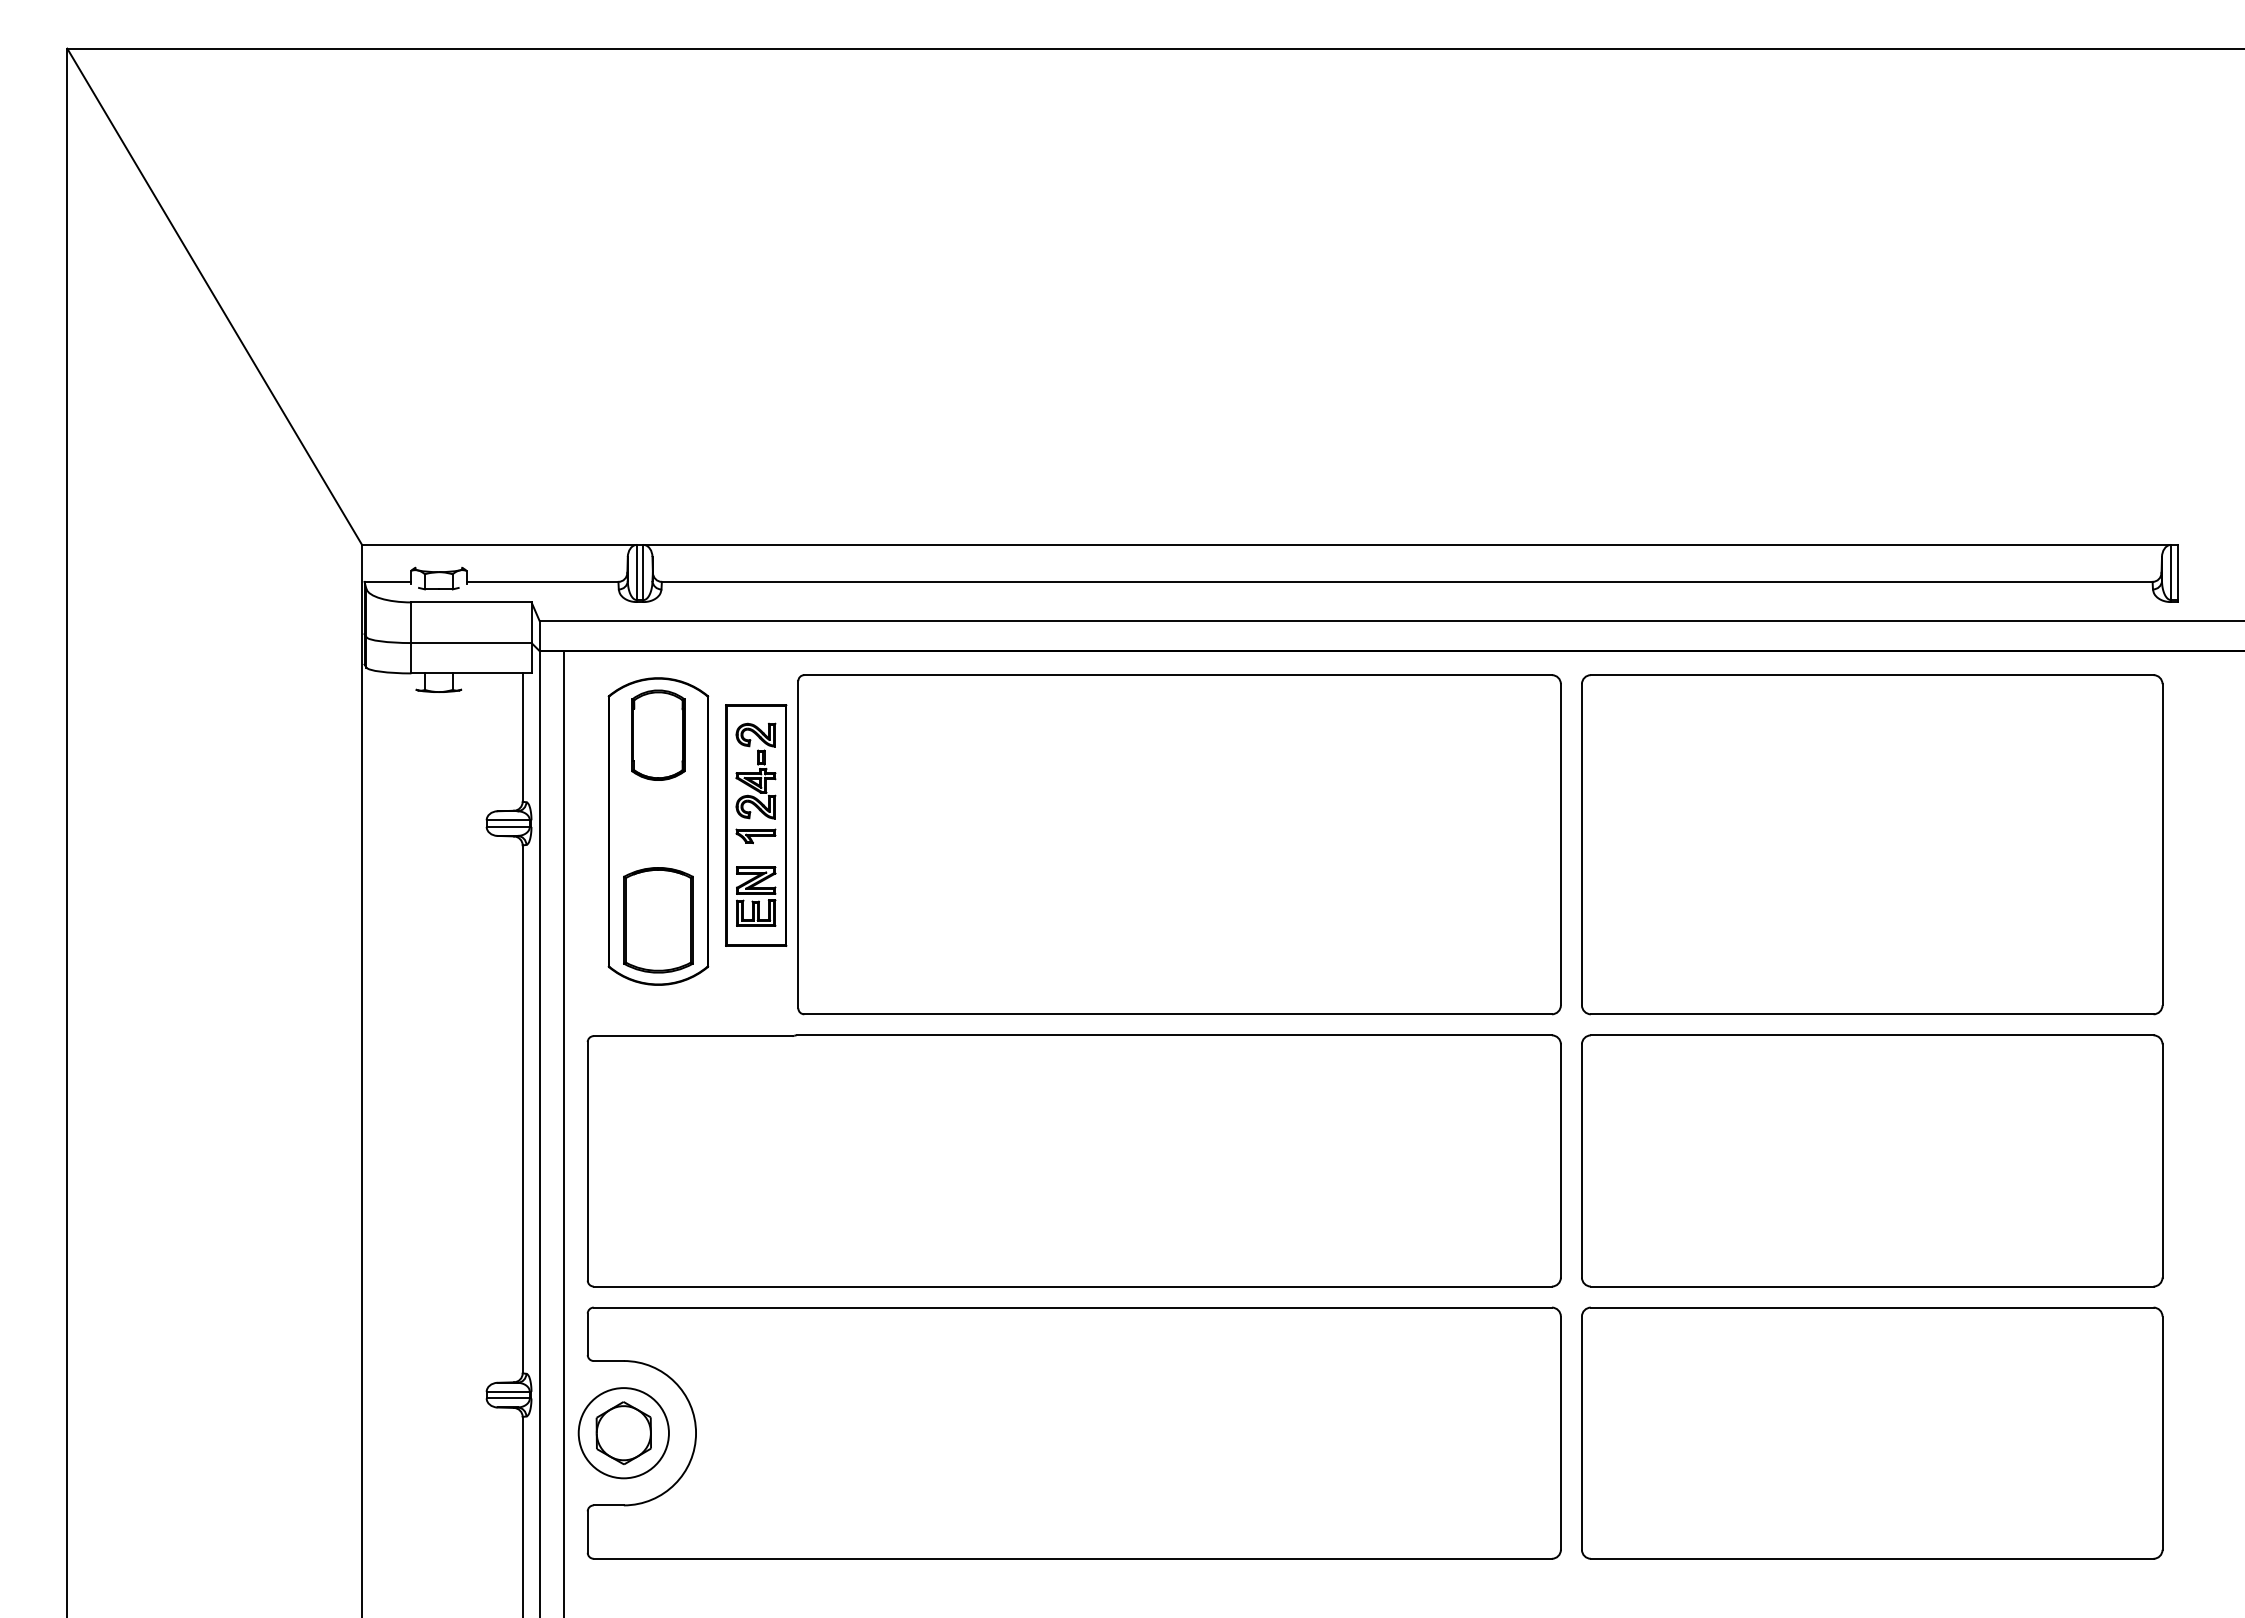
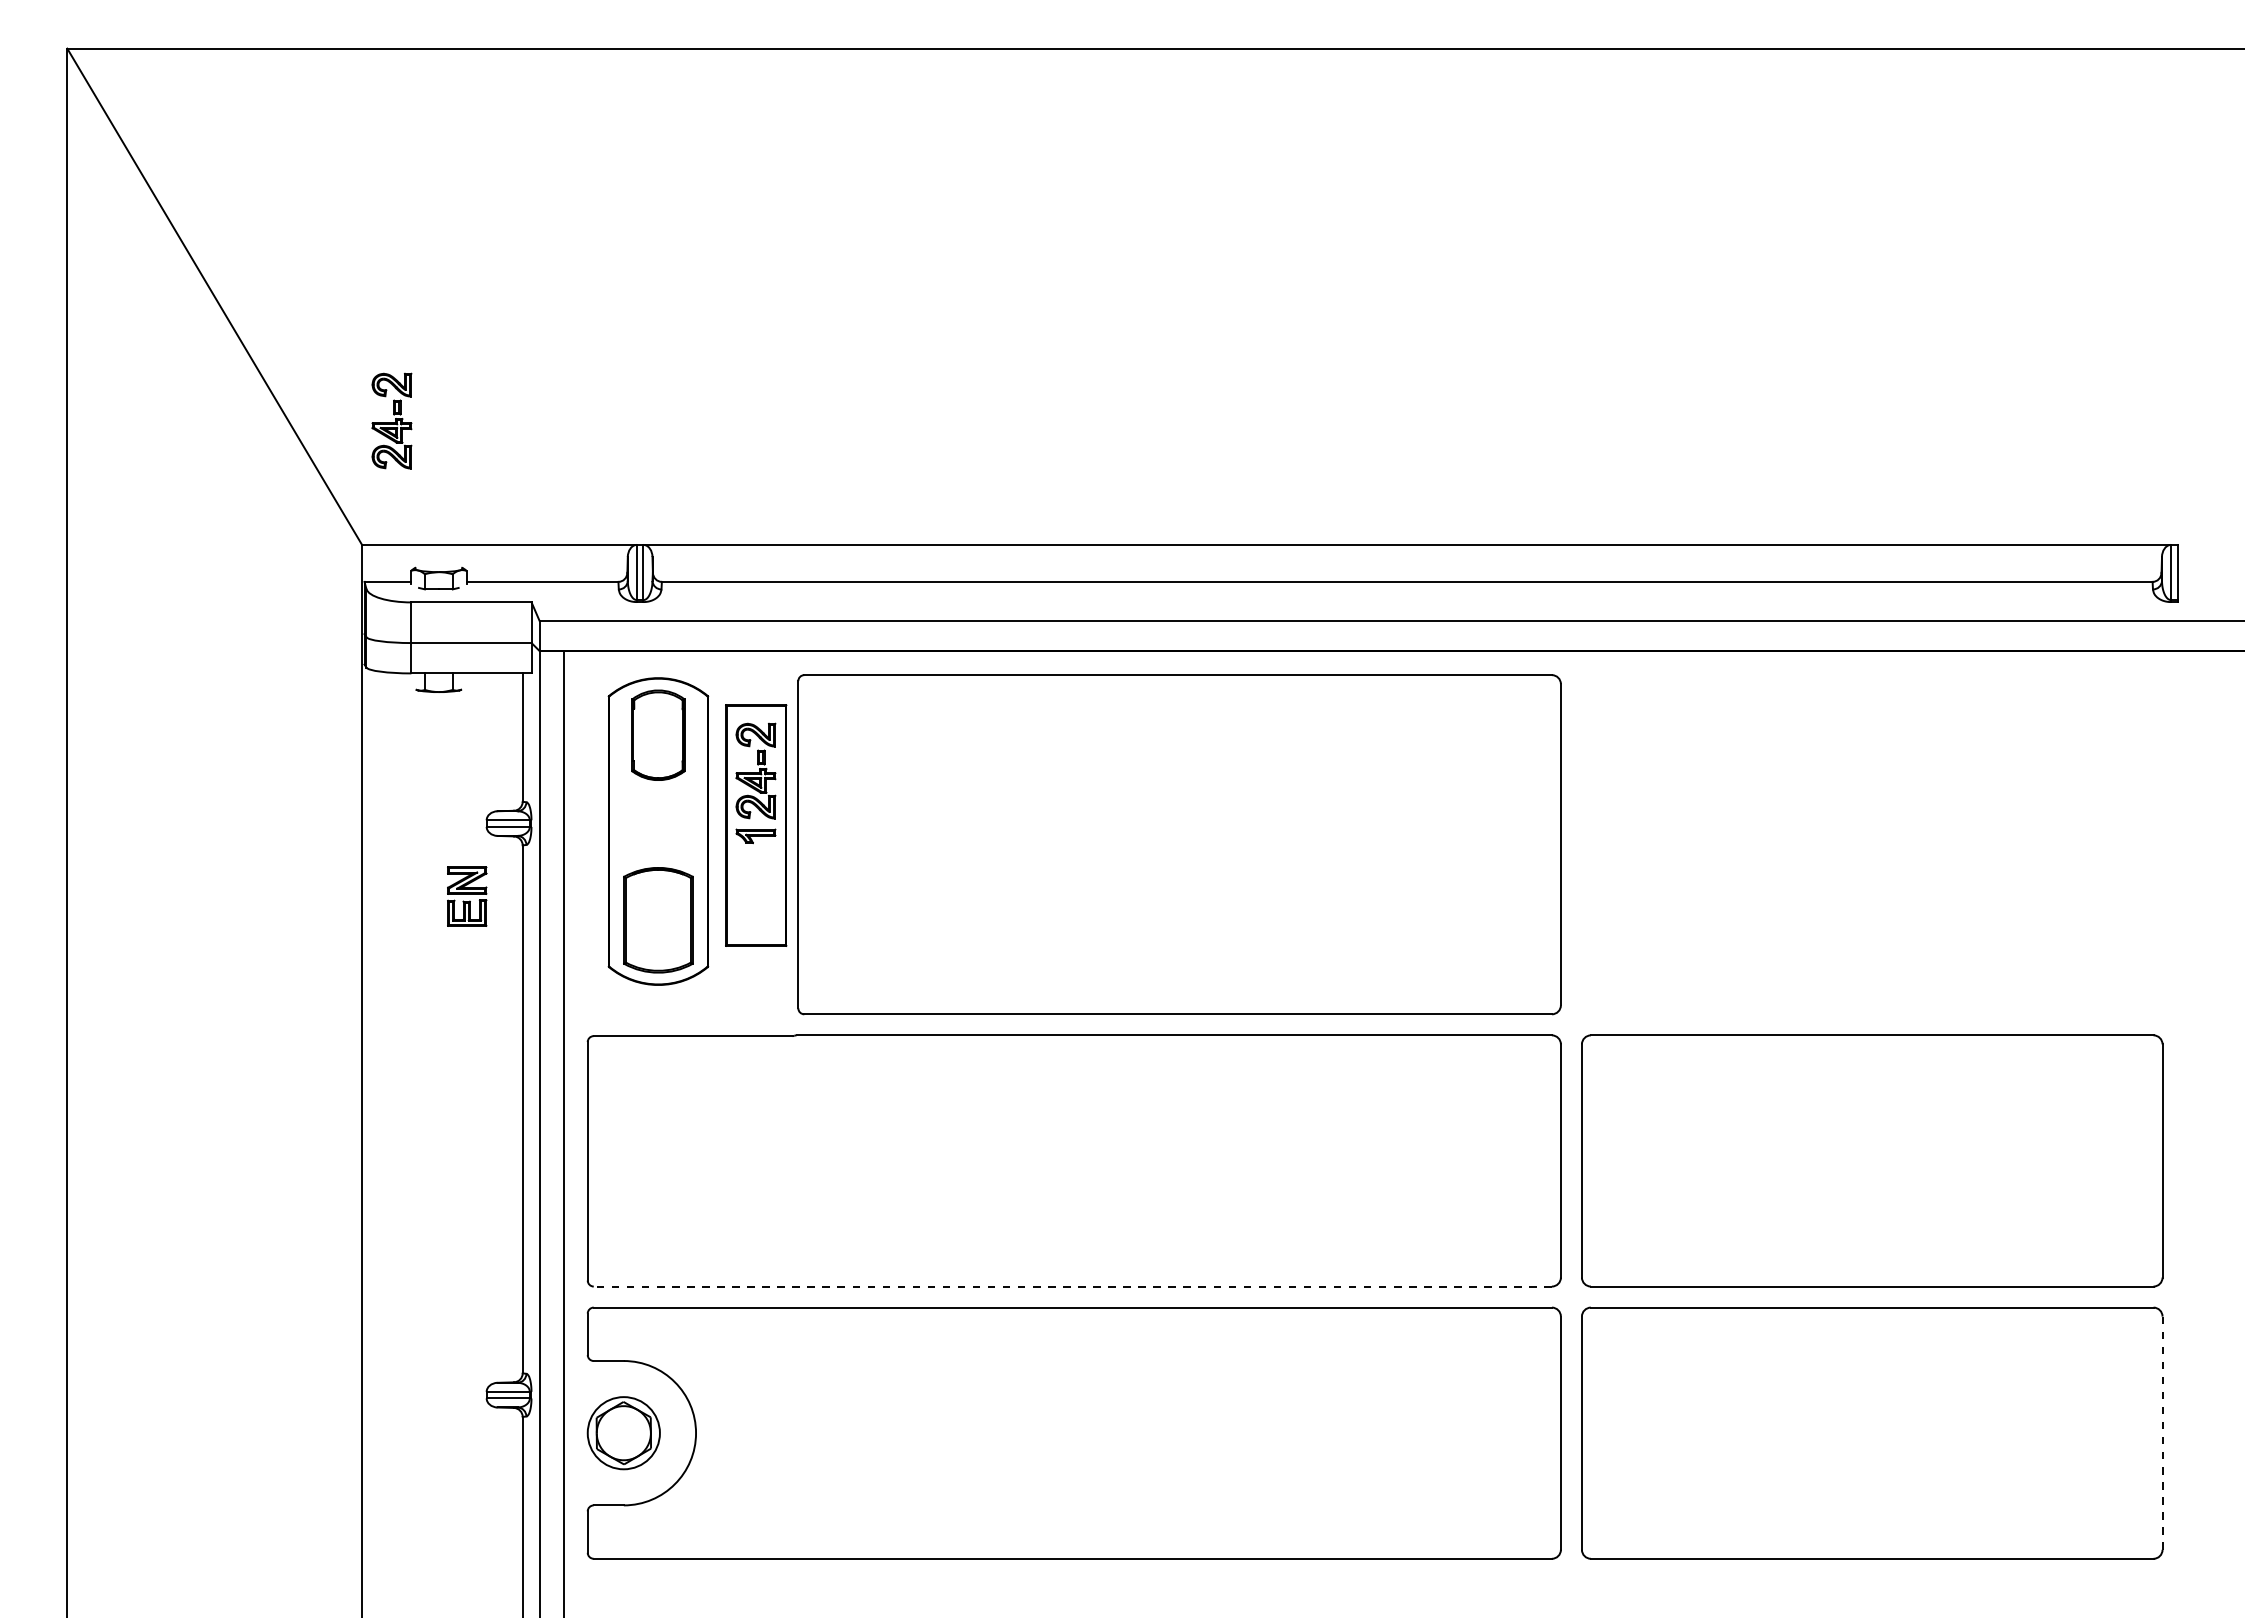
part at (391, 420): none -> present
part at (1872, 844): present -> none
part at (756, 896) position: (756, 896) -> (467, 896)
line at (1072, 1286): solid -> dashed
circle at (623, 1433) diameter: 90 px -> 72 px
line at (2162, 1433): solid -> dashed
